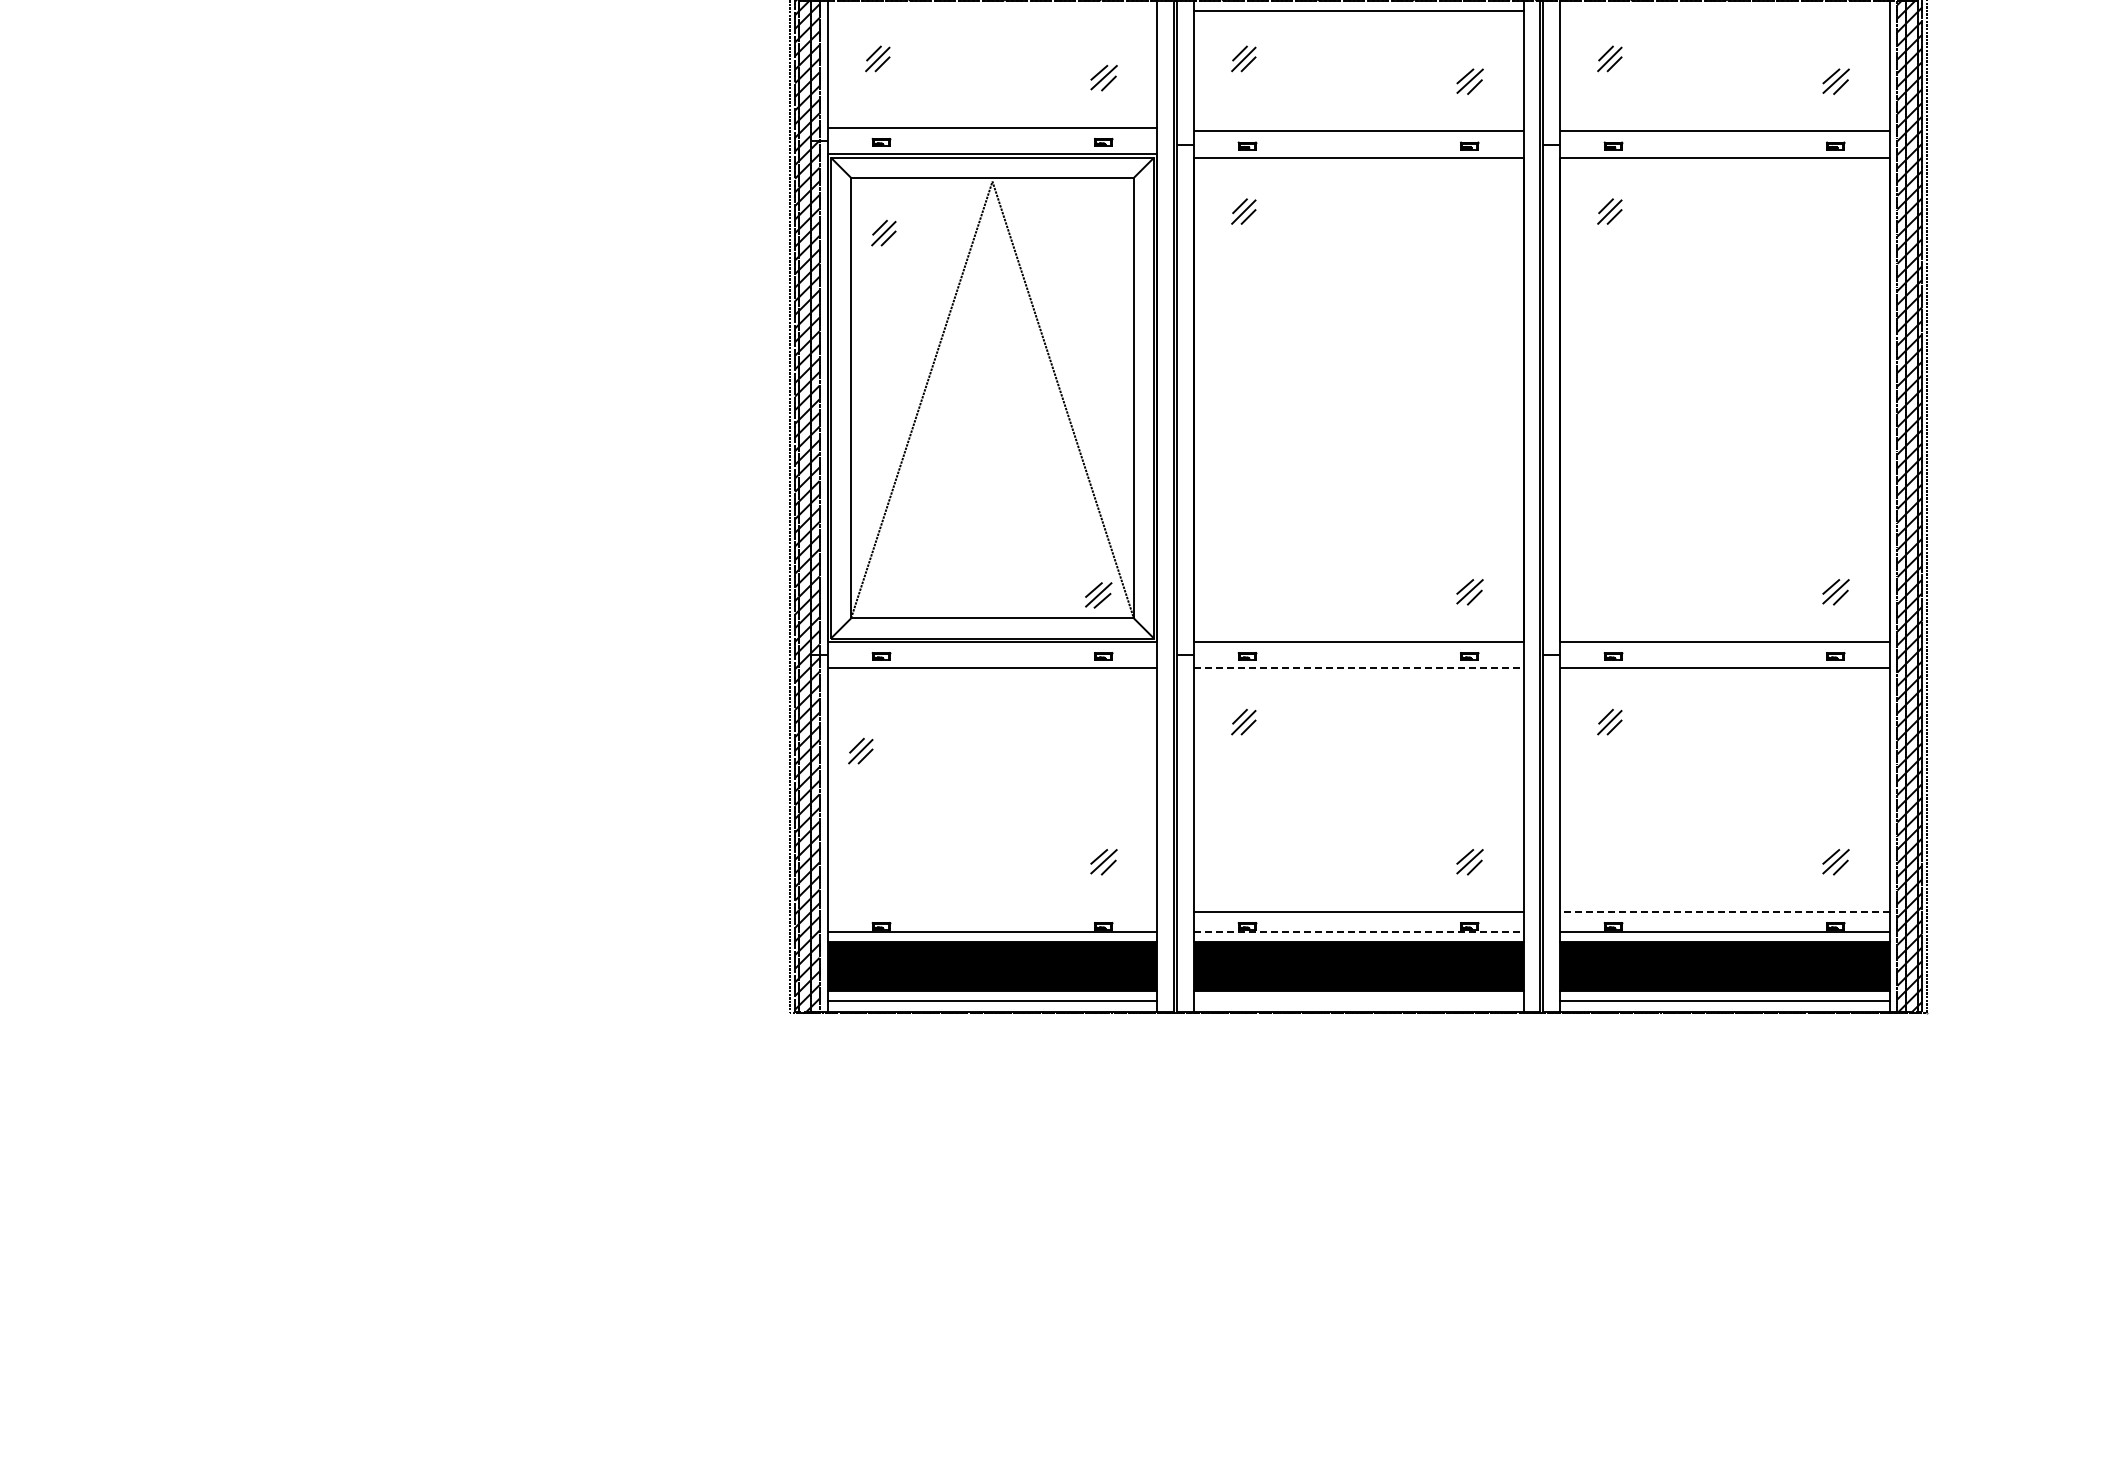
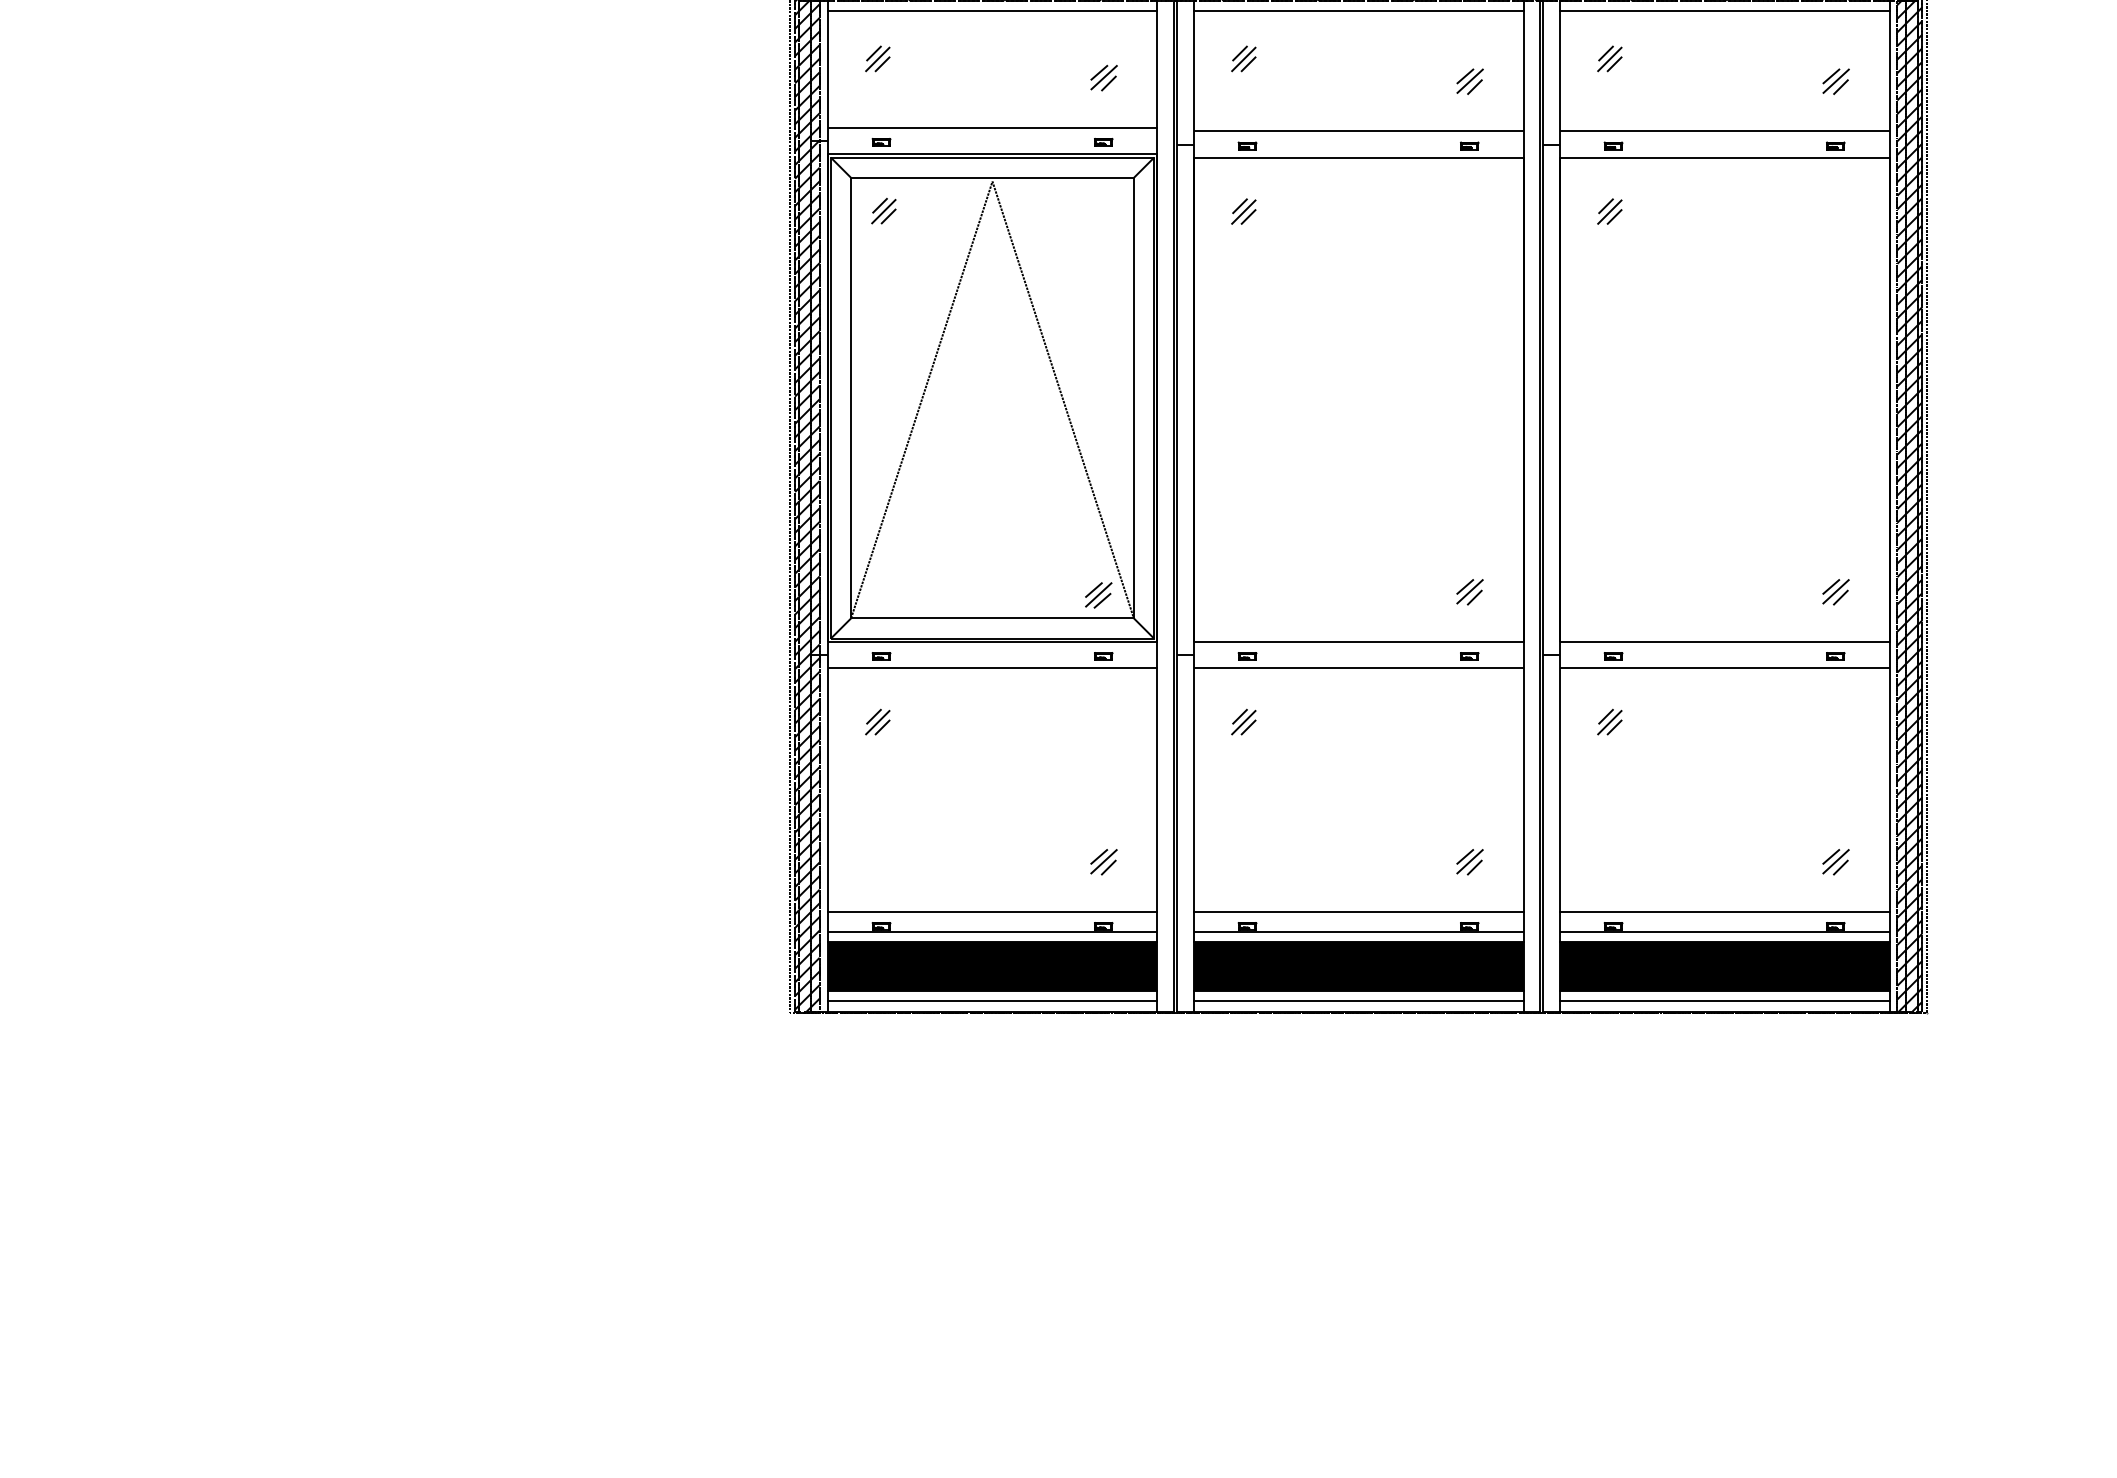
line at (992, 11): none -> present
line at (1724, 11): none -> present
part at (883, 232) position: (883, 232) -> (883, 210)
line at (1359, 668): dashed -> solid
part at (860, 750) position: (860, 750) -> (877, 721)
line at (992, 911): none -> present
line at (1724, 911): dashed -> solid
line at (1358, 932): dashed -> solid
line at (1358, 1000): none -> present
